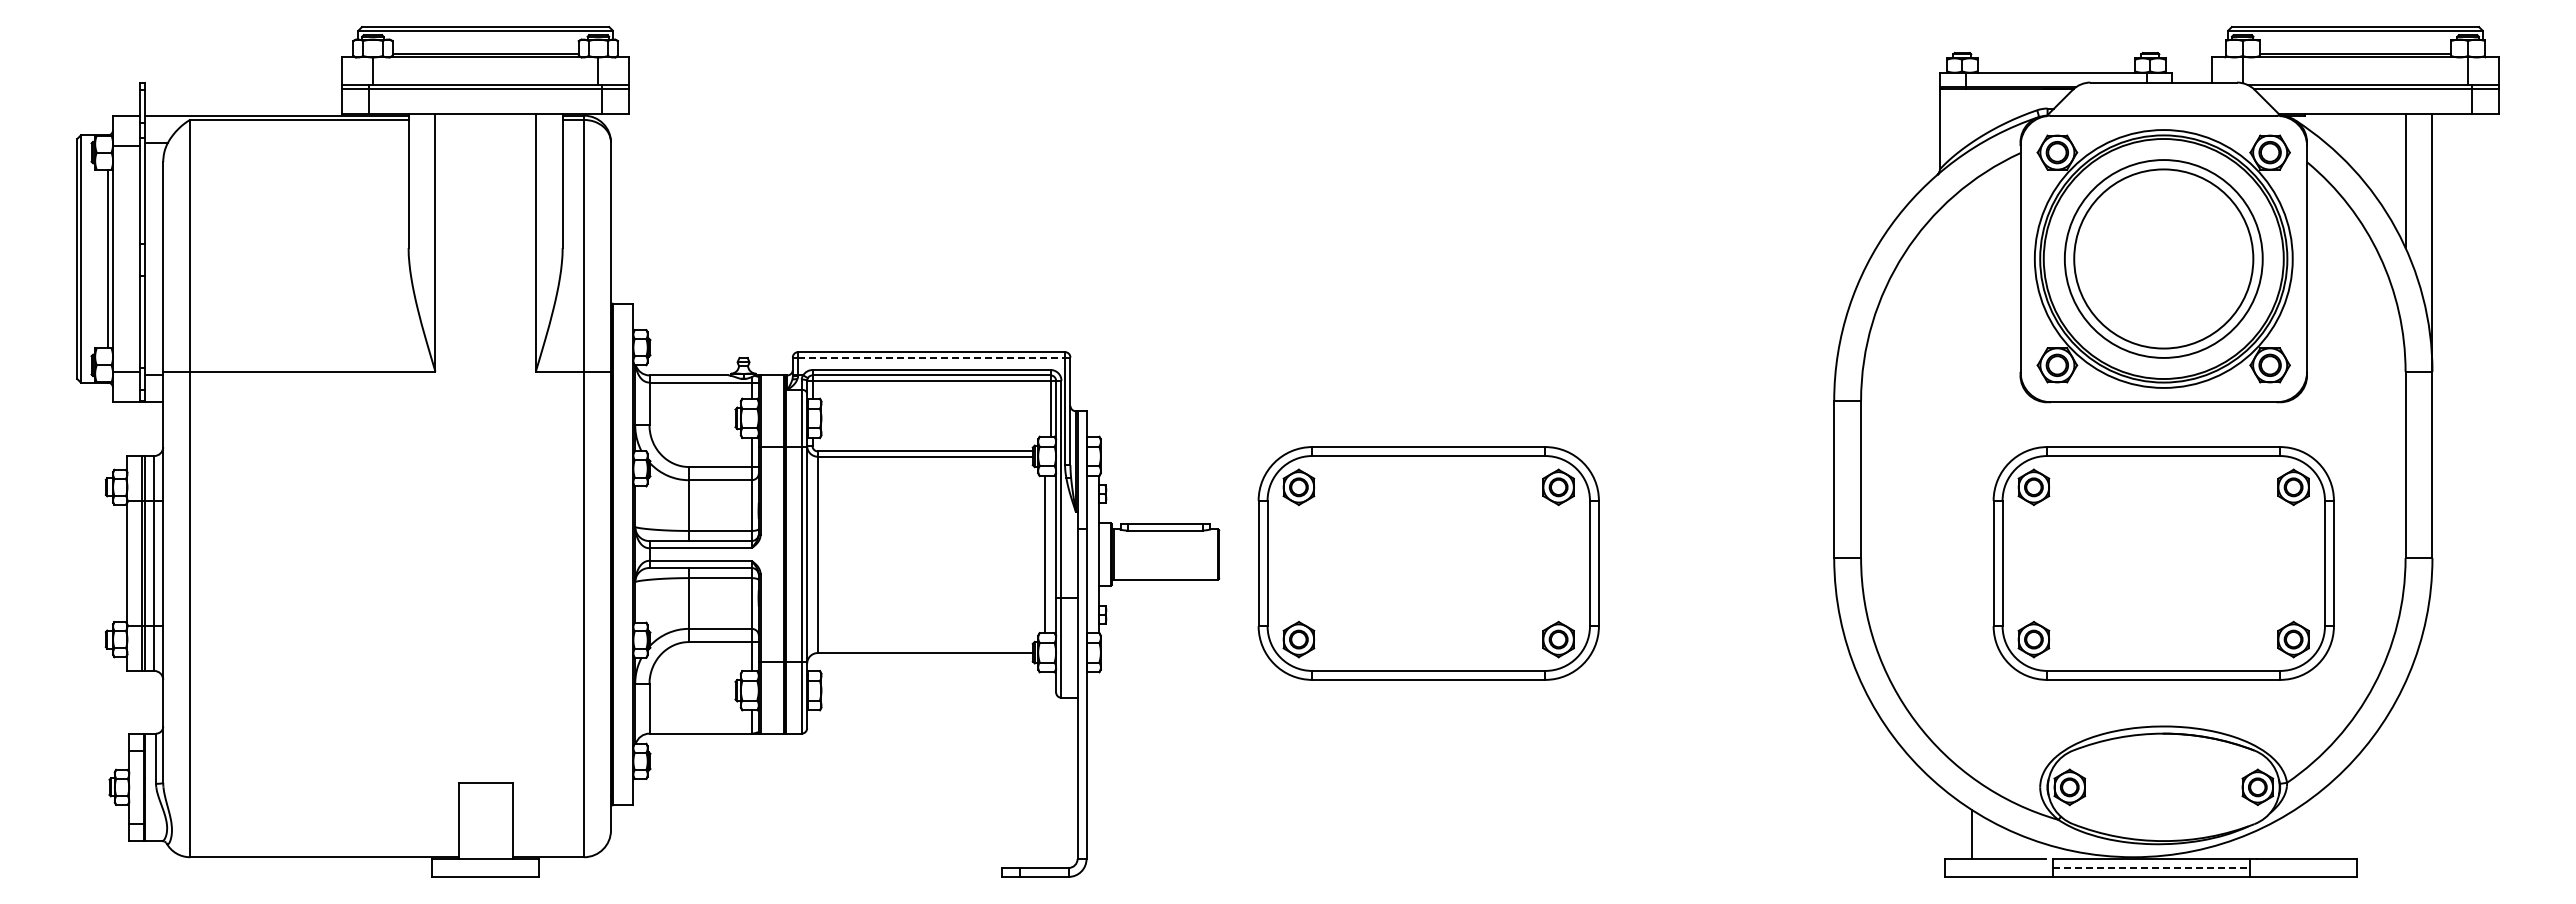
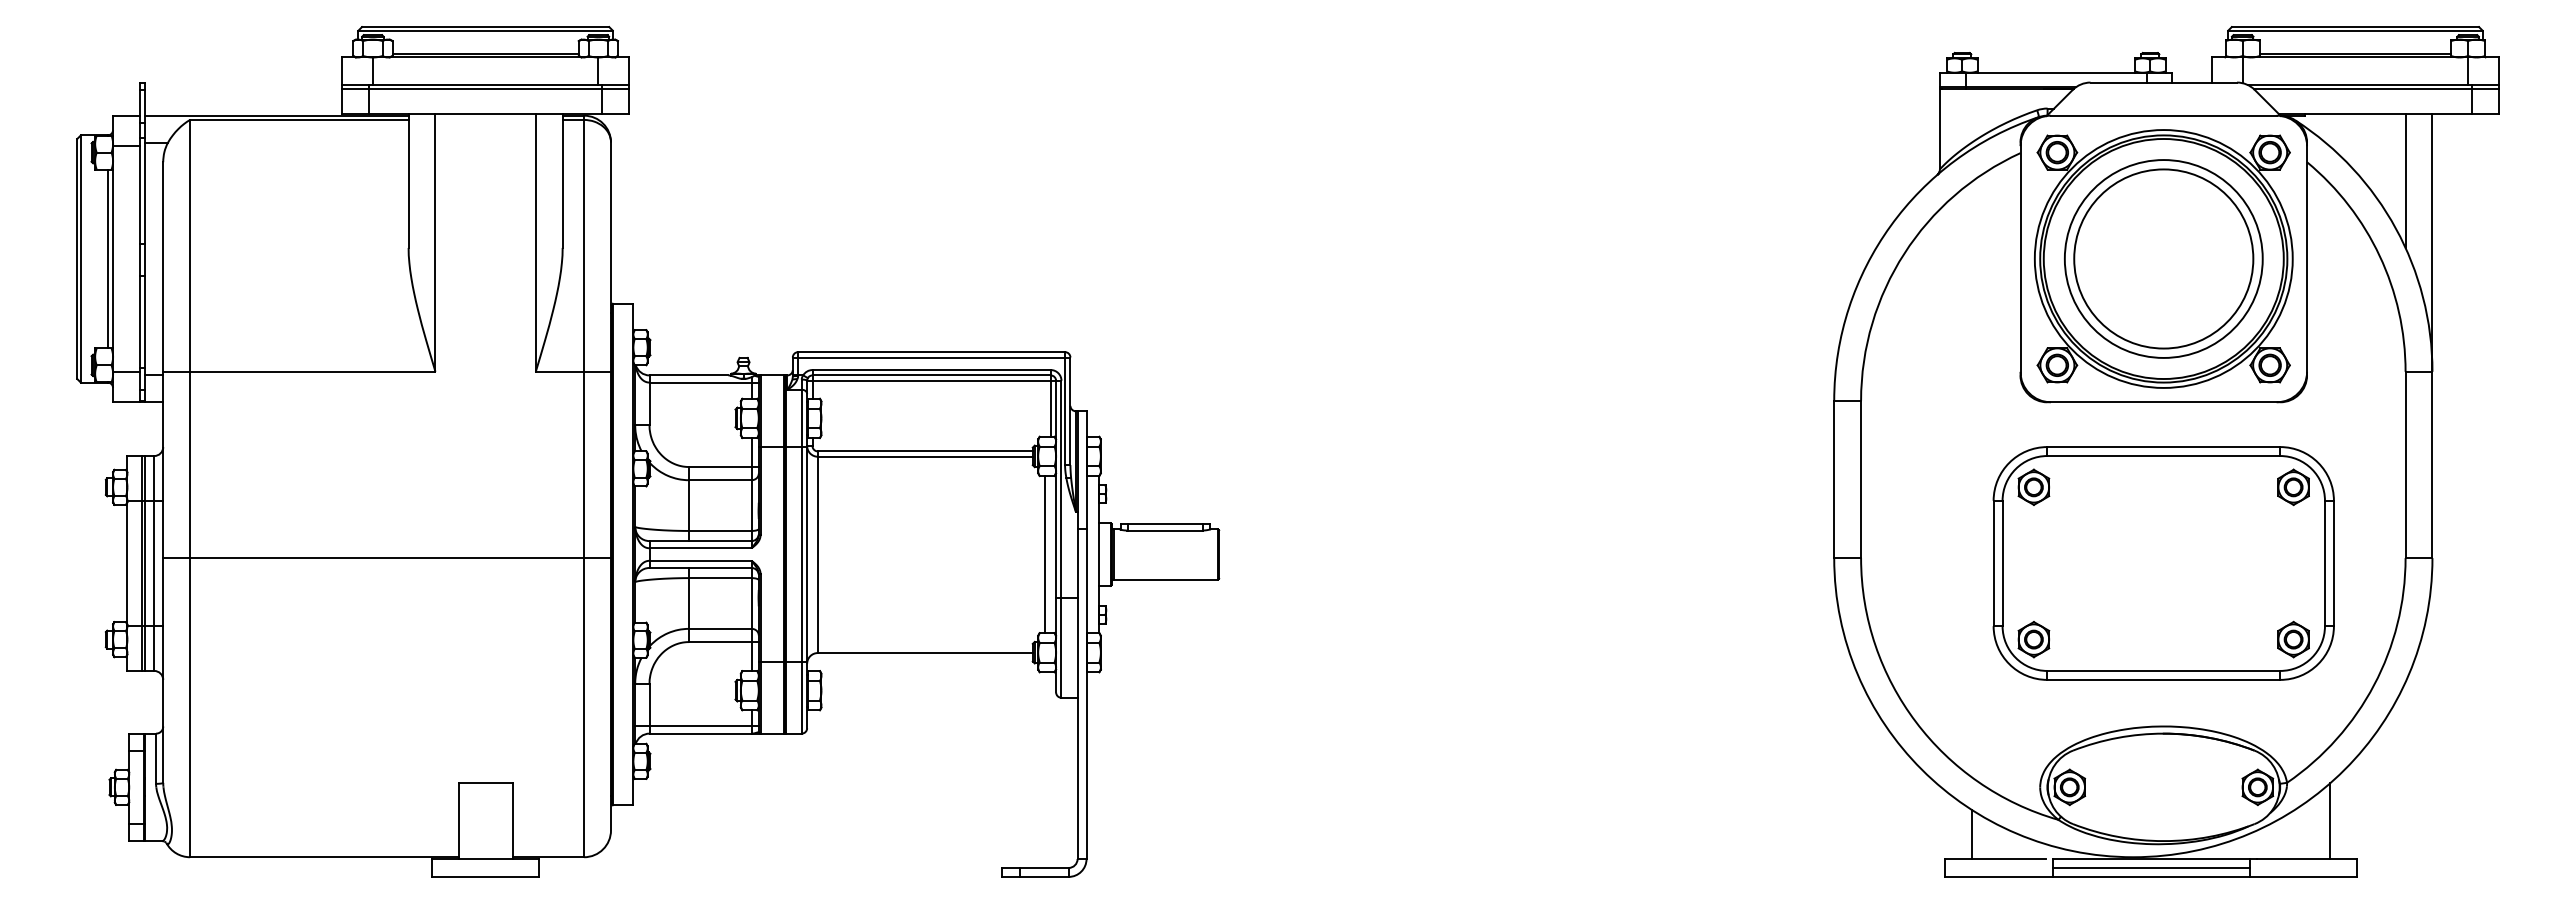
line at (932, 357): dashed -> solid
line at (387, 558): none -> present
part at (1428, 563): present -> none
line at (696, 726): none -> present
line at (2330, 821): none -> present
line at (2151, 867): dashed -> solid
